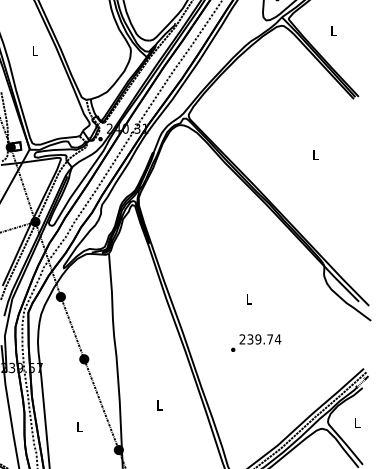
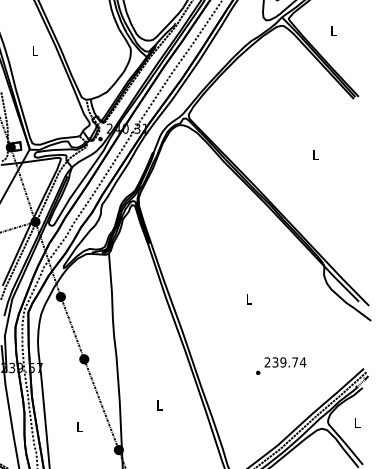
text at (256, 342) position: (256, 342) -> (281, 365)
